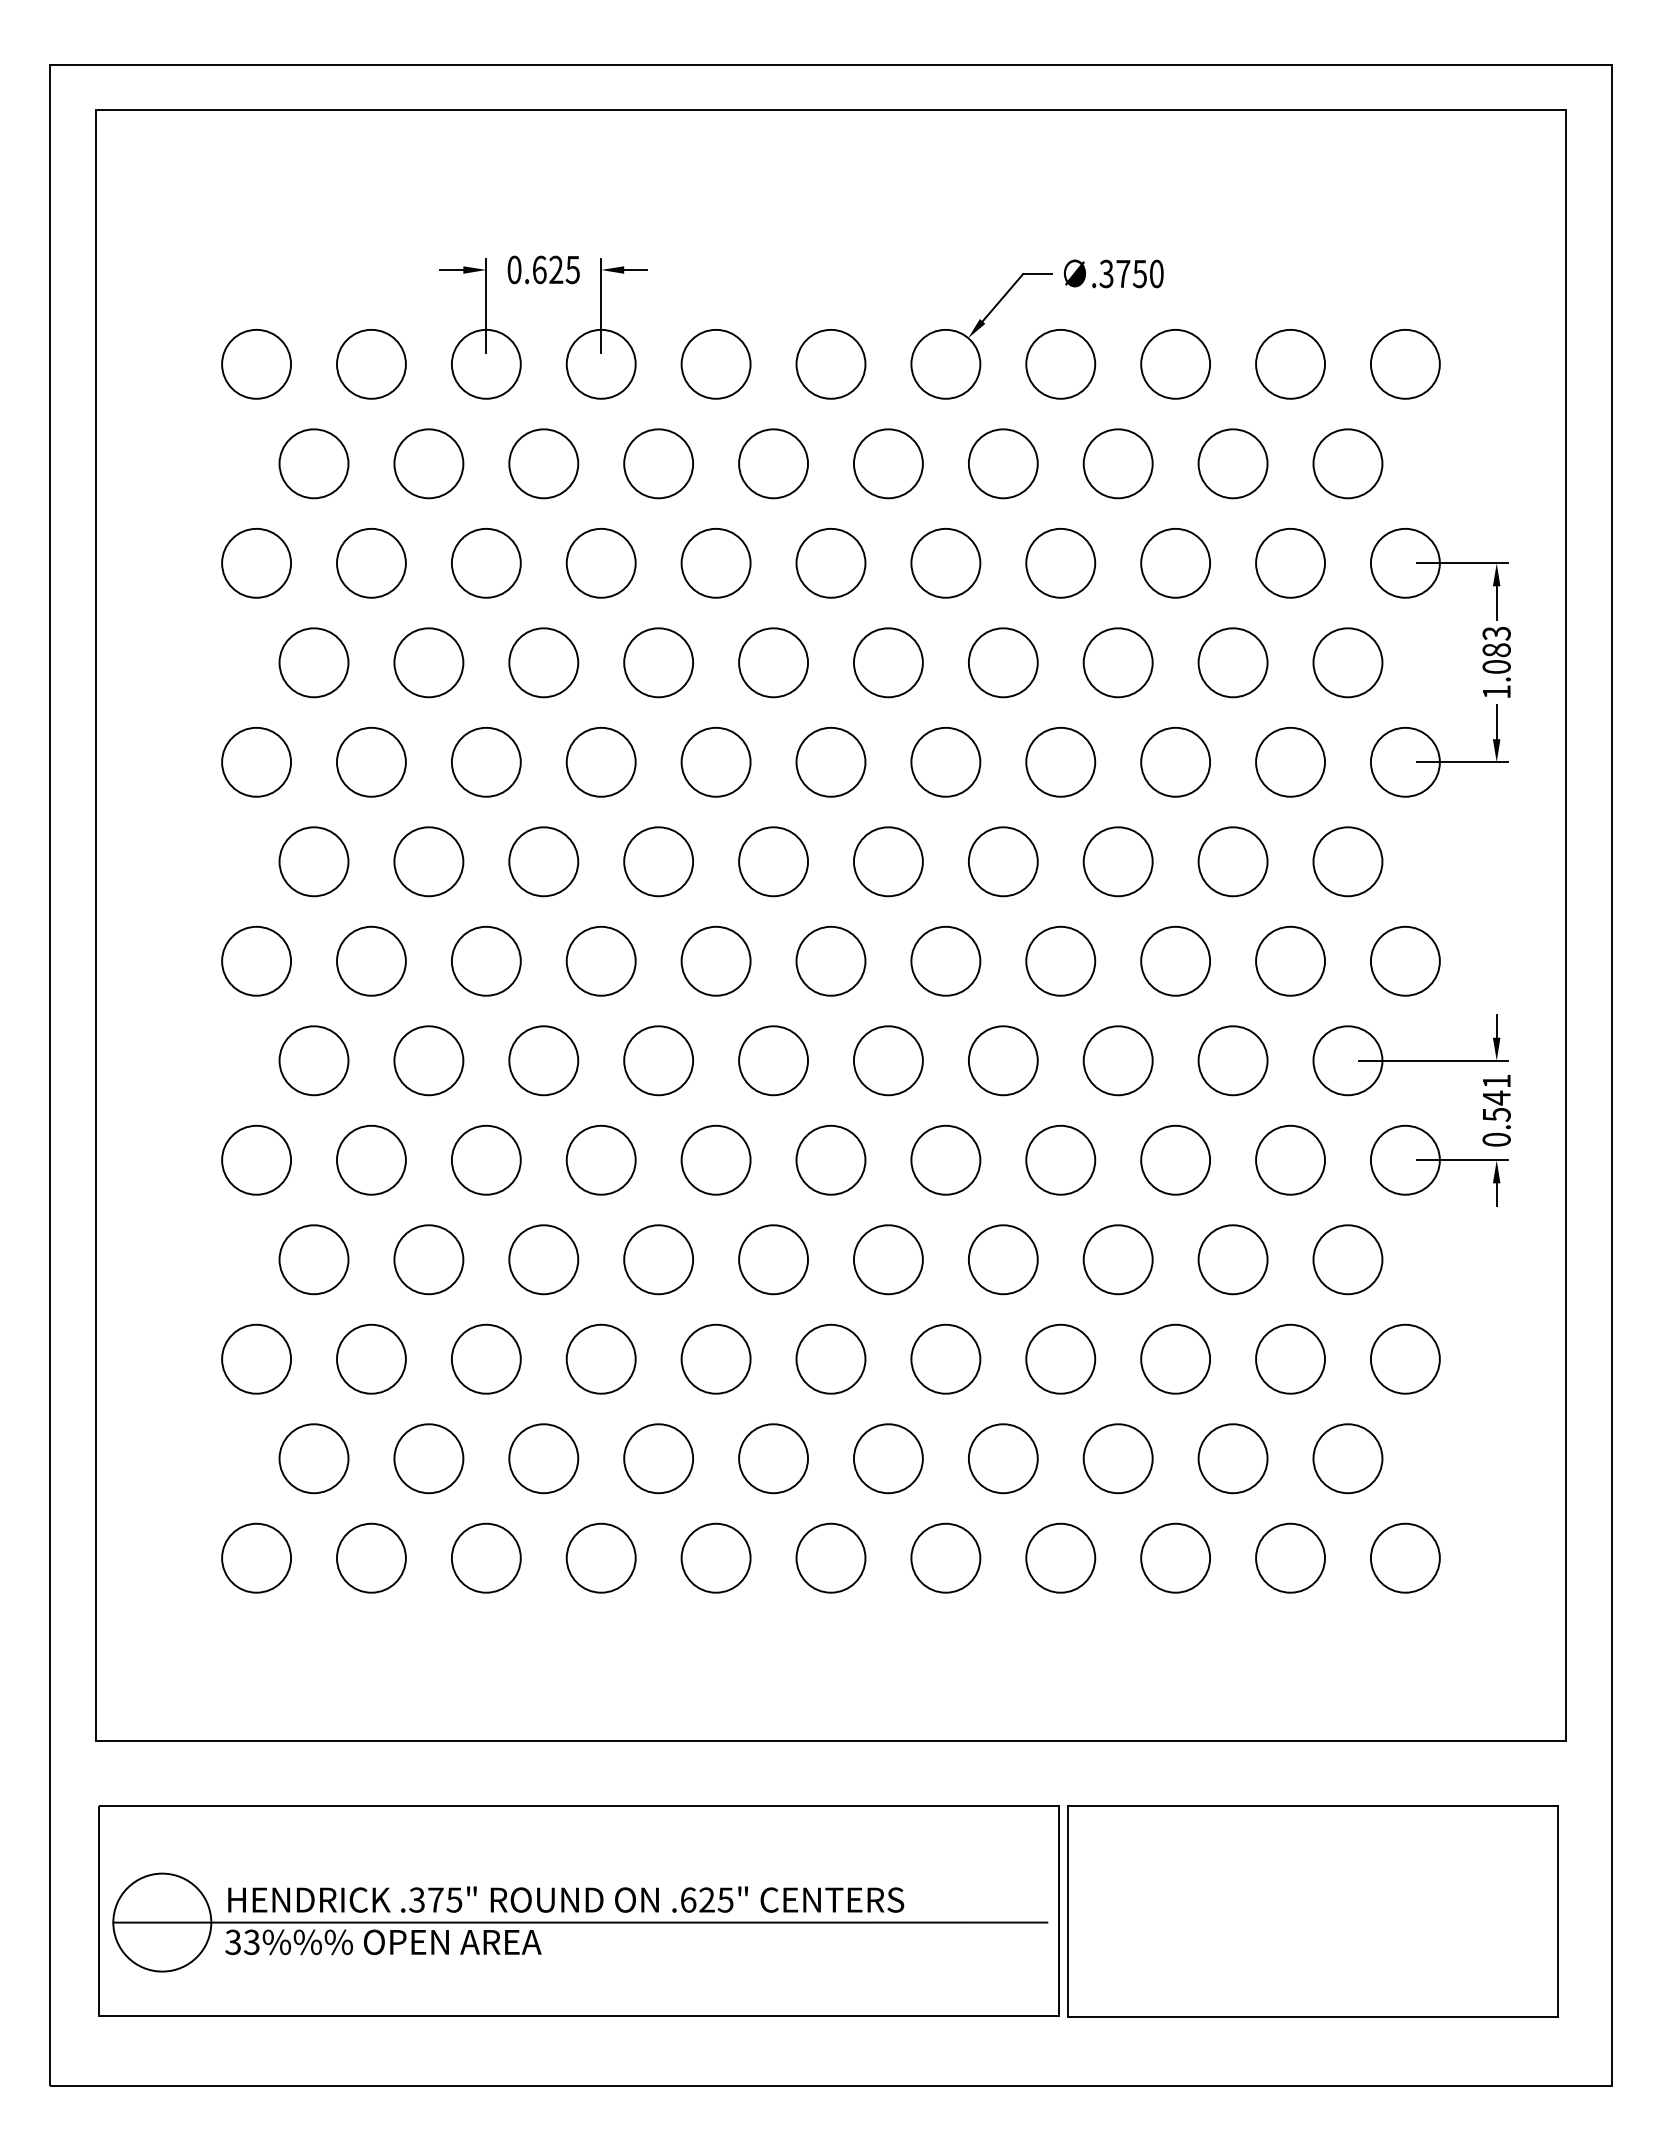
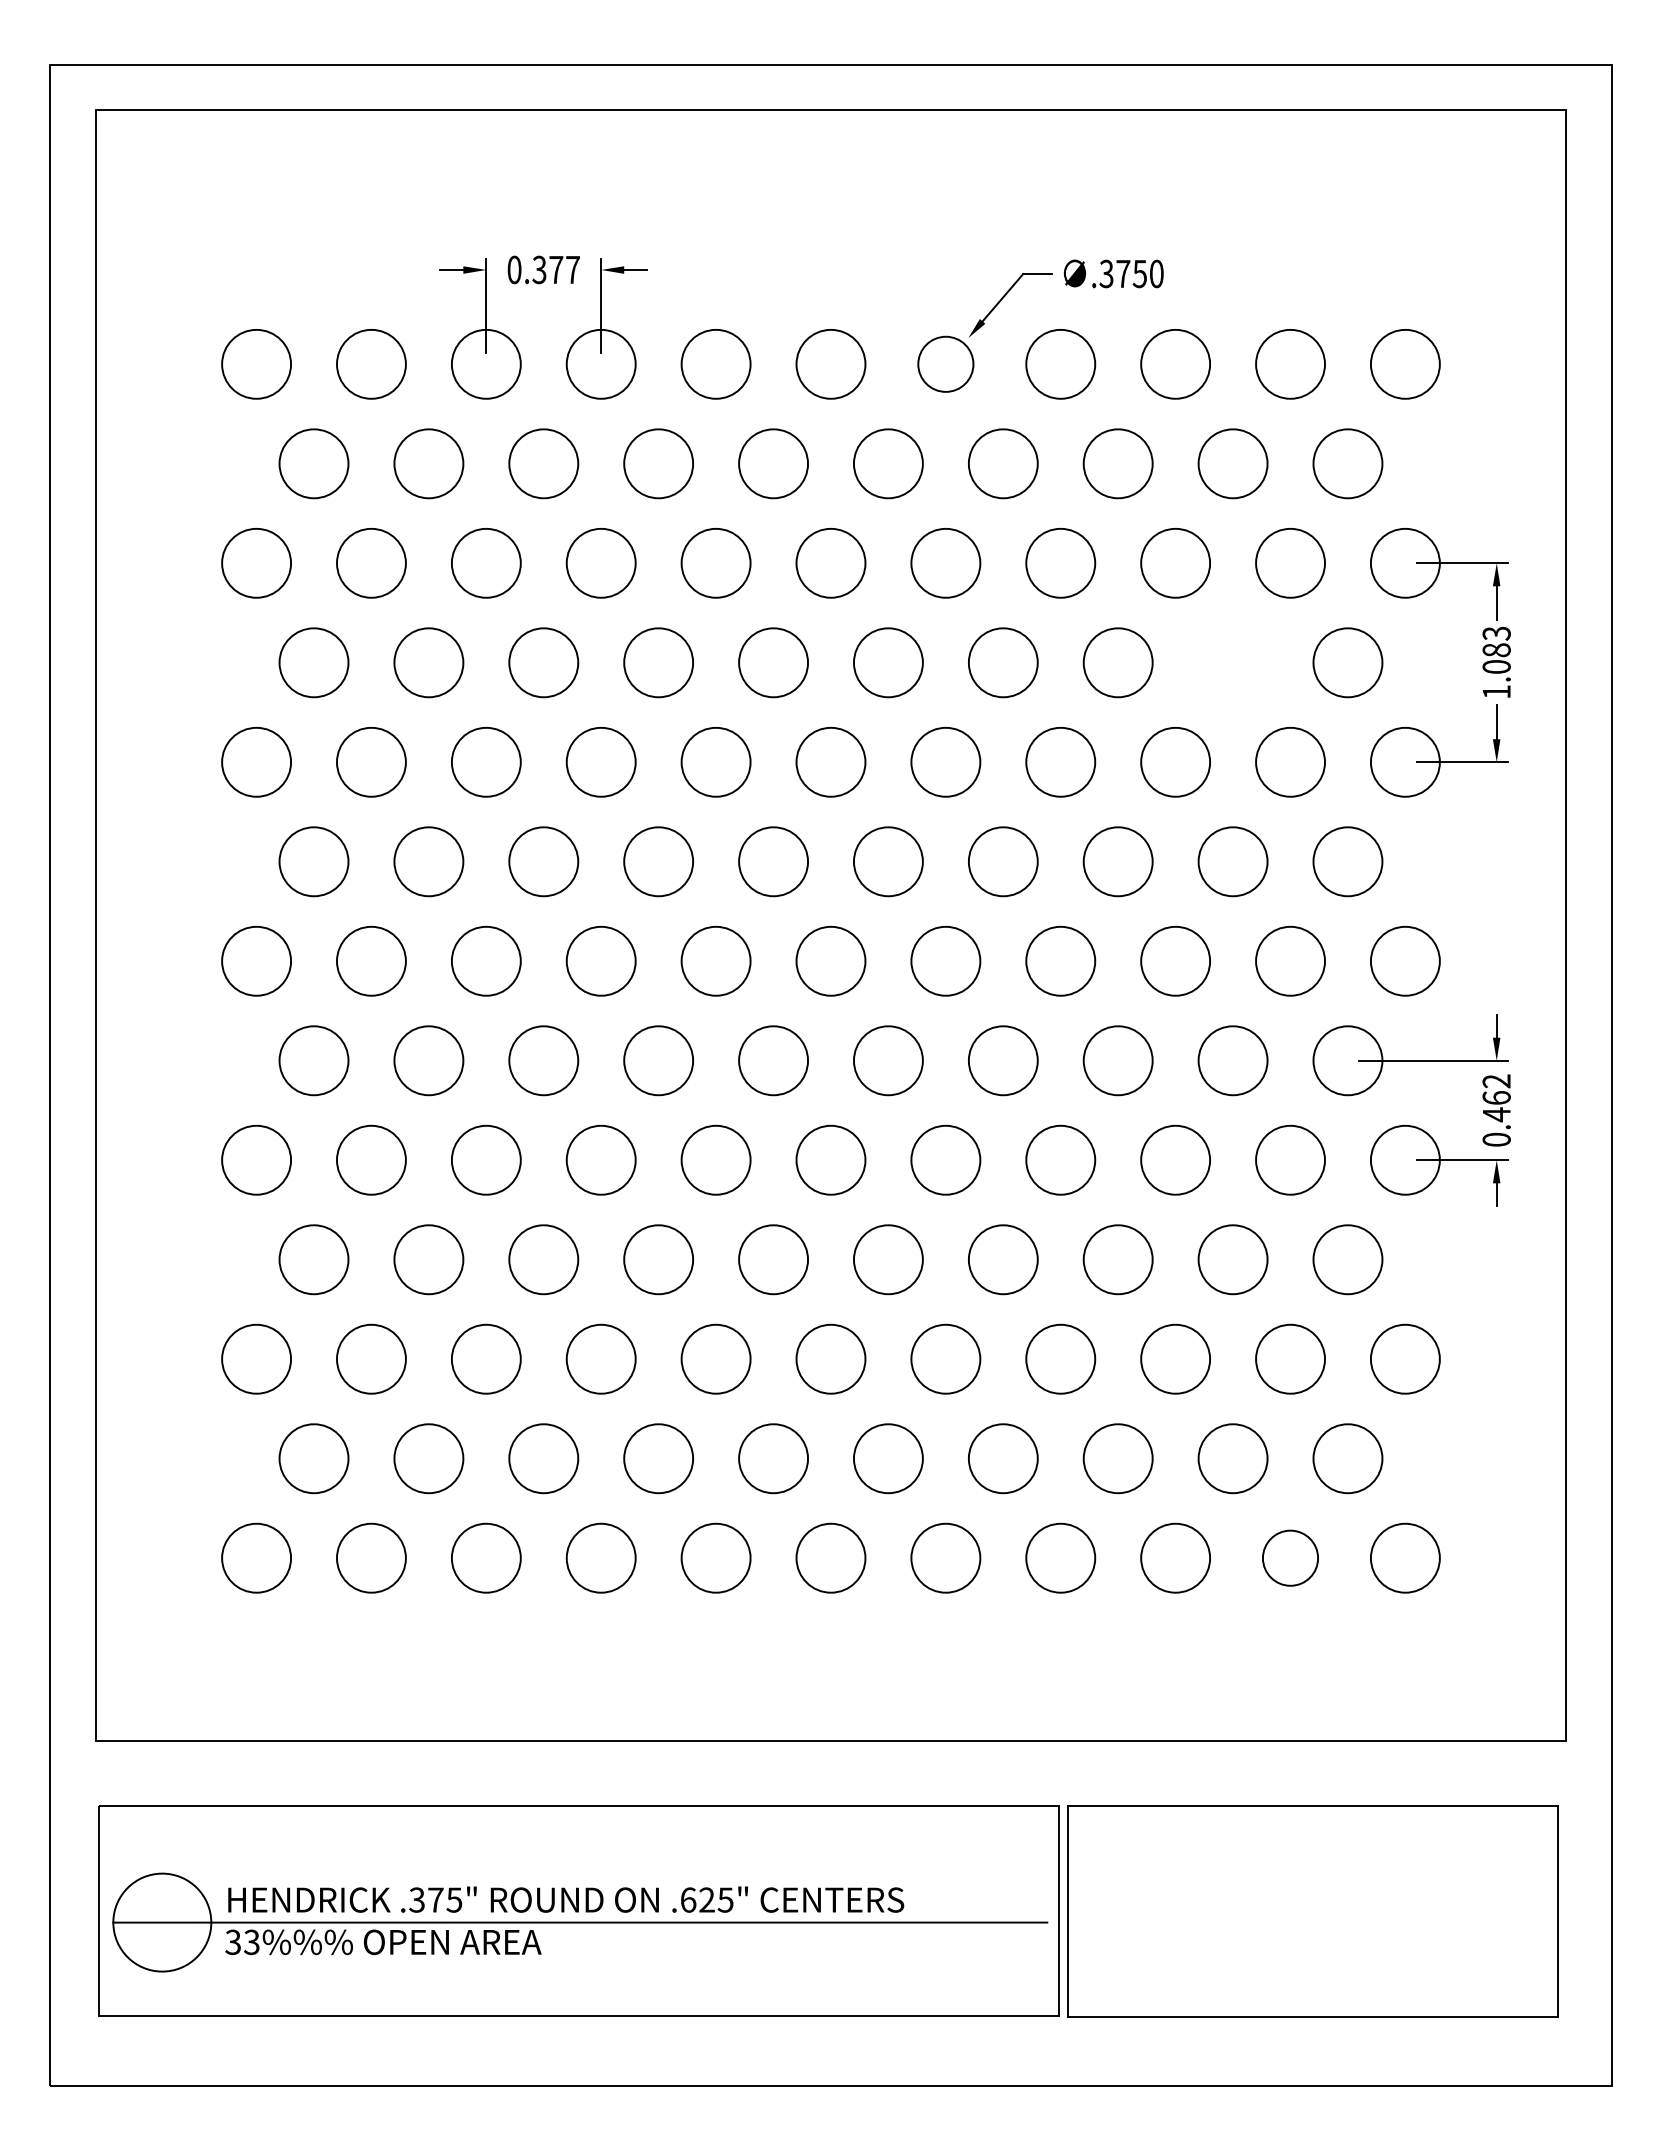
text at (555, 269): 0.625 -> 0.377
circle at (945, 363) diameter: 69 px -> 55 px
circle at (1232, 662): present -> none
text at (1496, 1098): 0.541 -> 0.462
circle at (1290, 1557) diameter: 69 px -> 55 px
